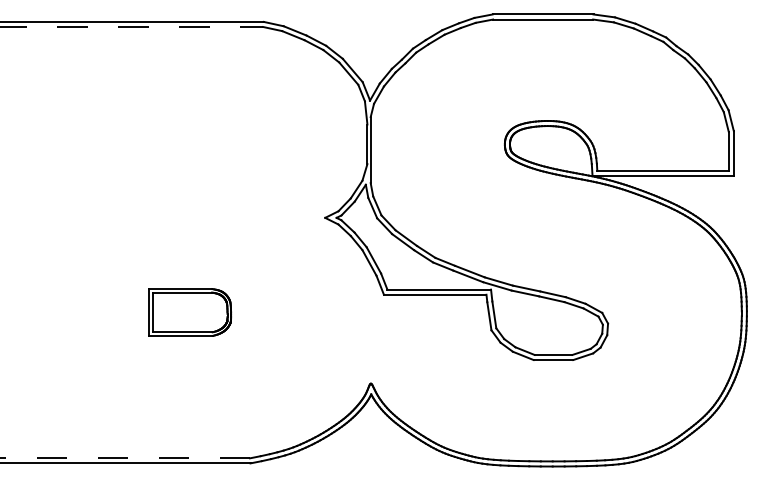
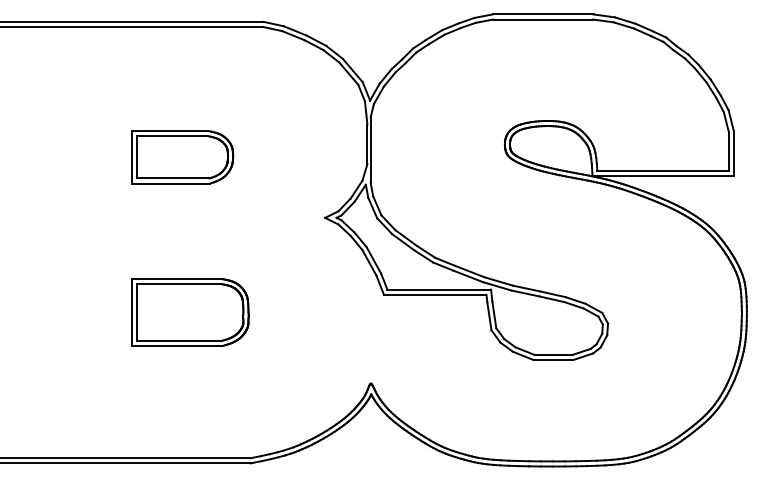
line at (131, 27): dashed -> solid
part at (182, 157): none -> present
part at (189, 312) size: 84x49 px -> 119x69 px
line at (125, 458): dashed -> solid
